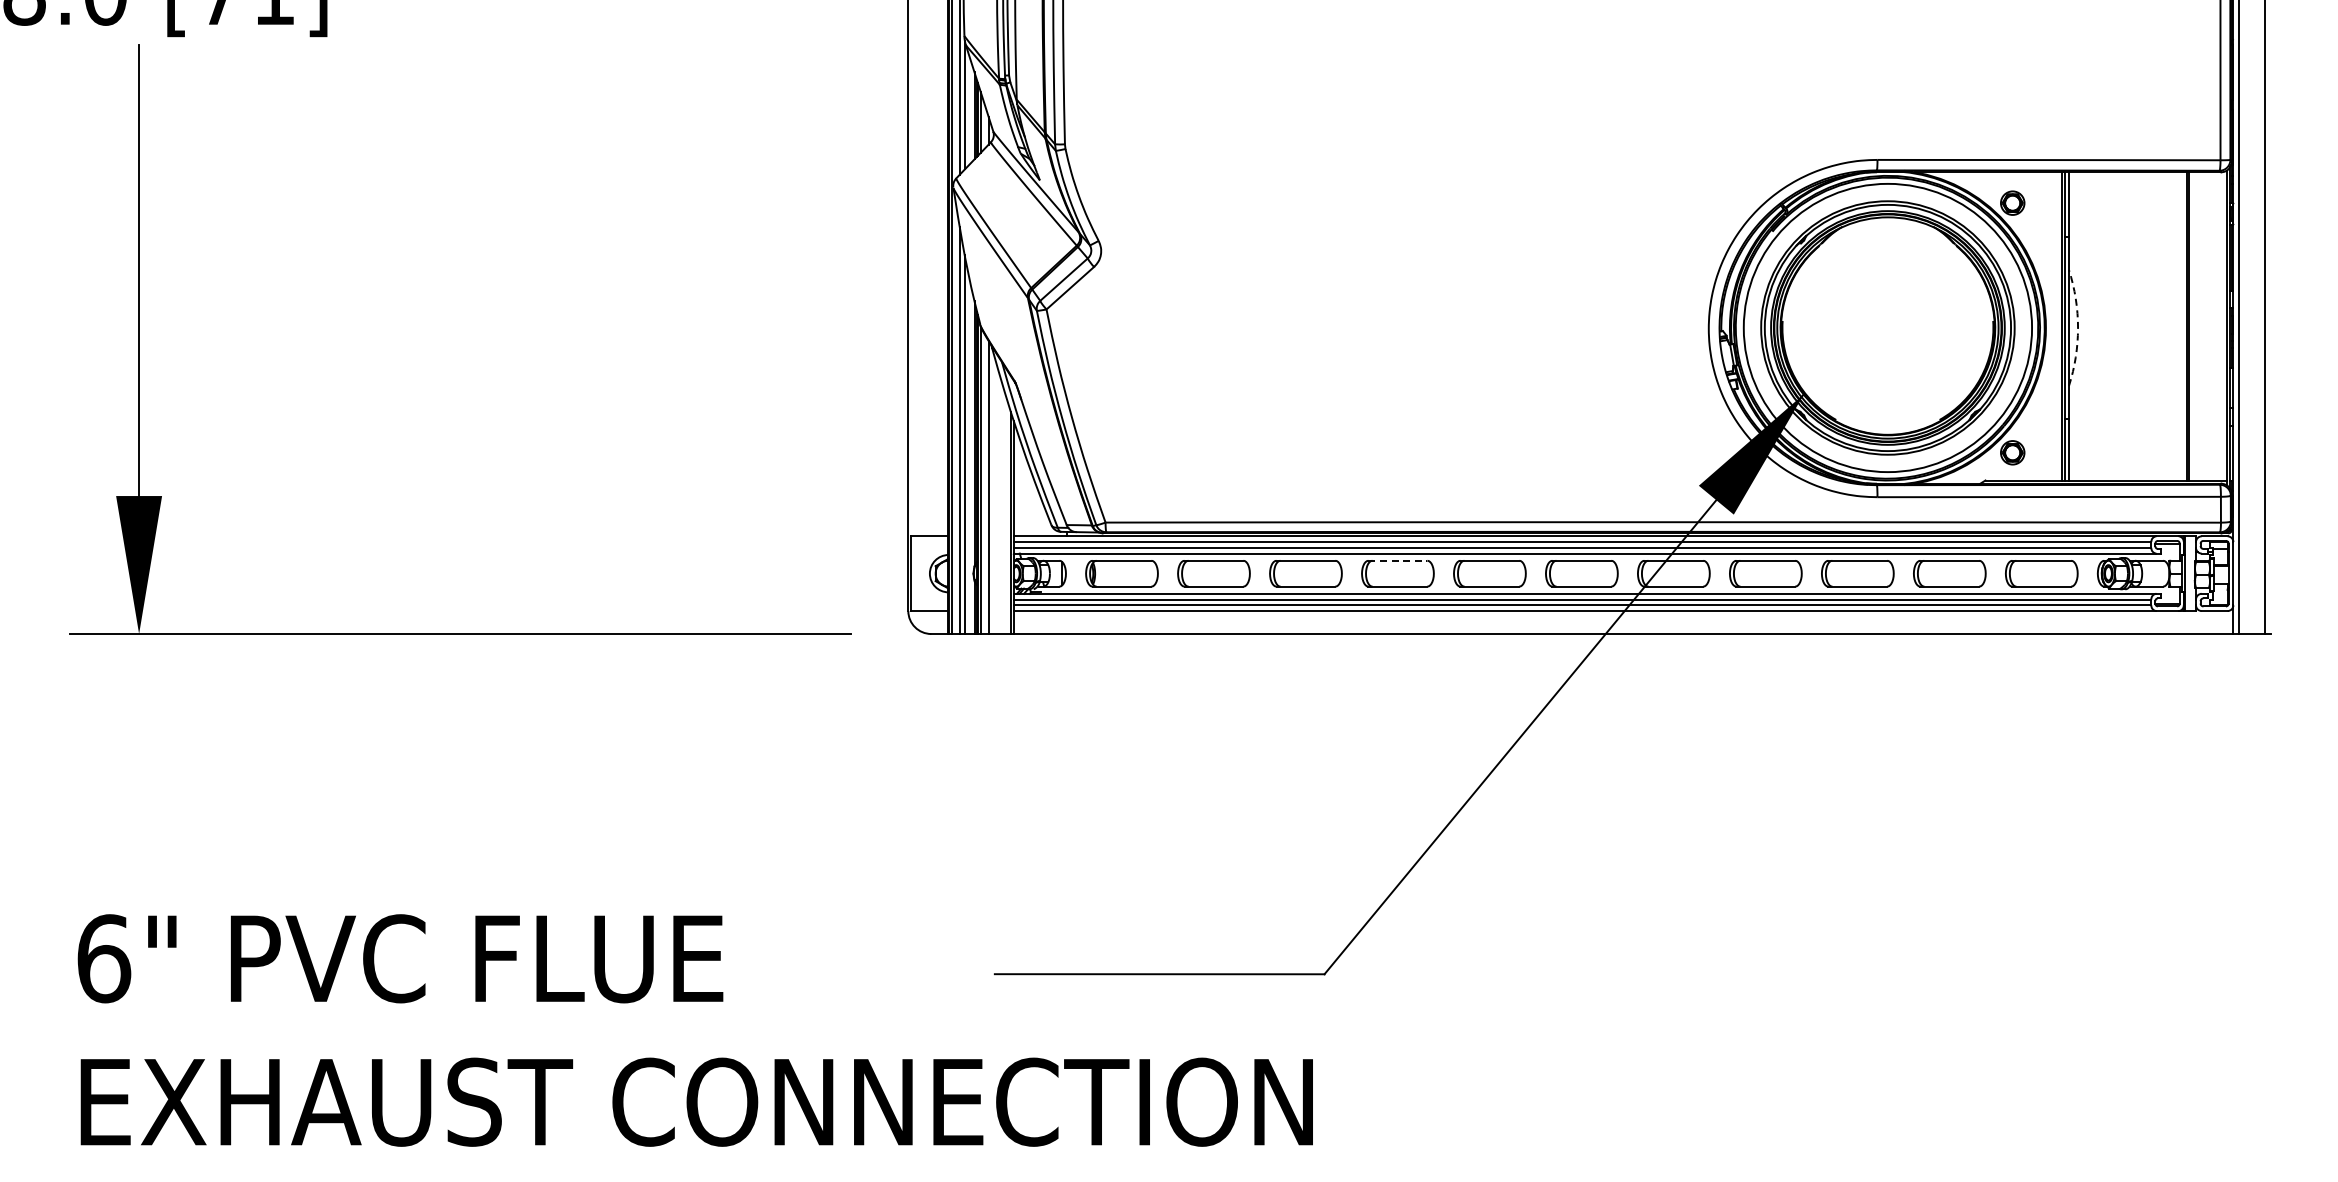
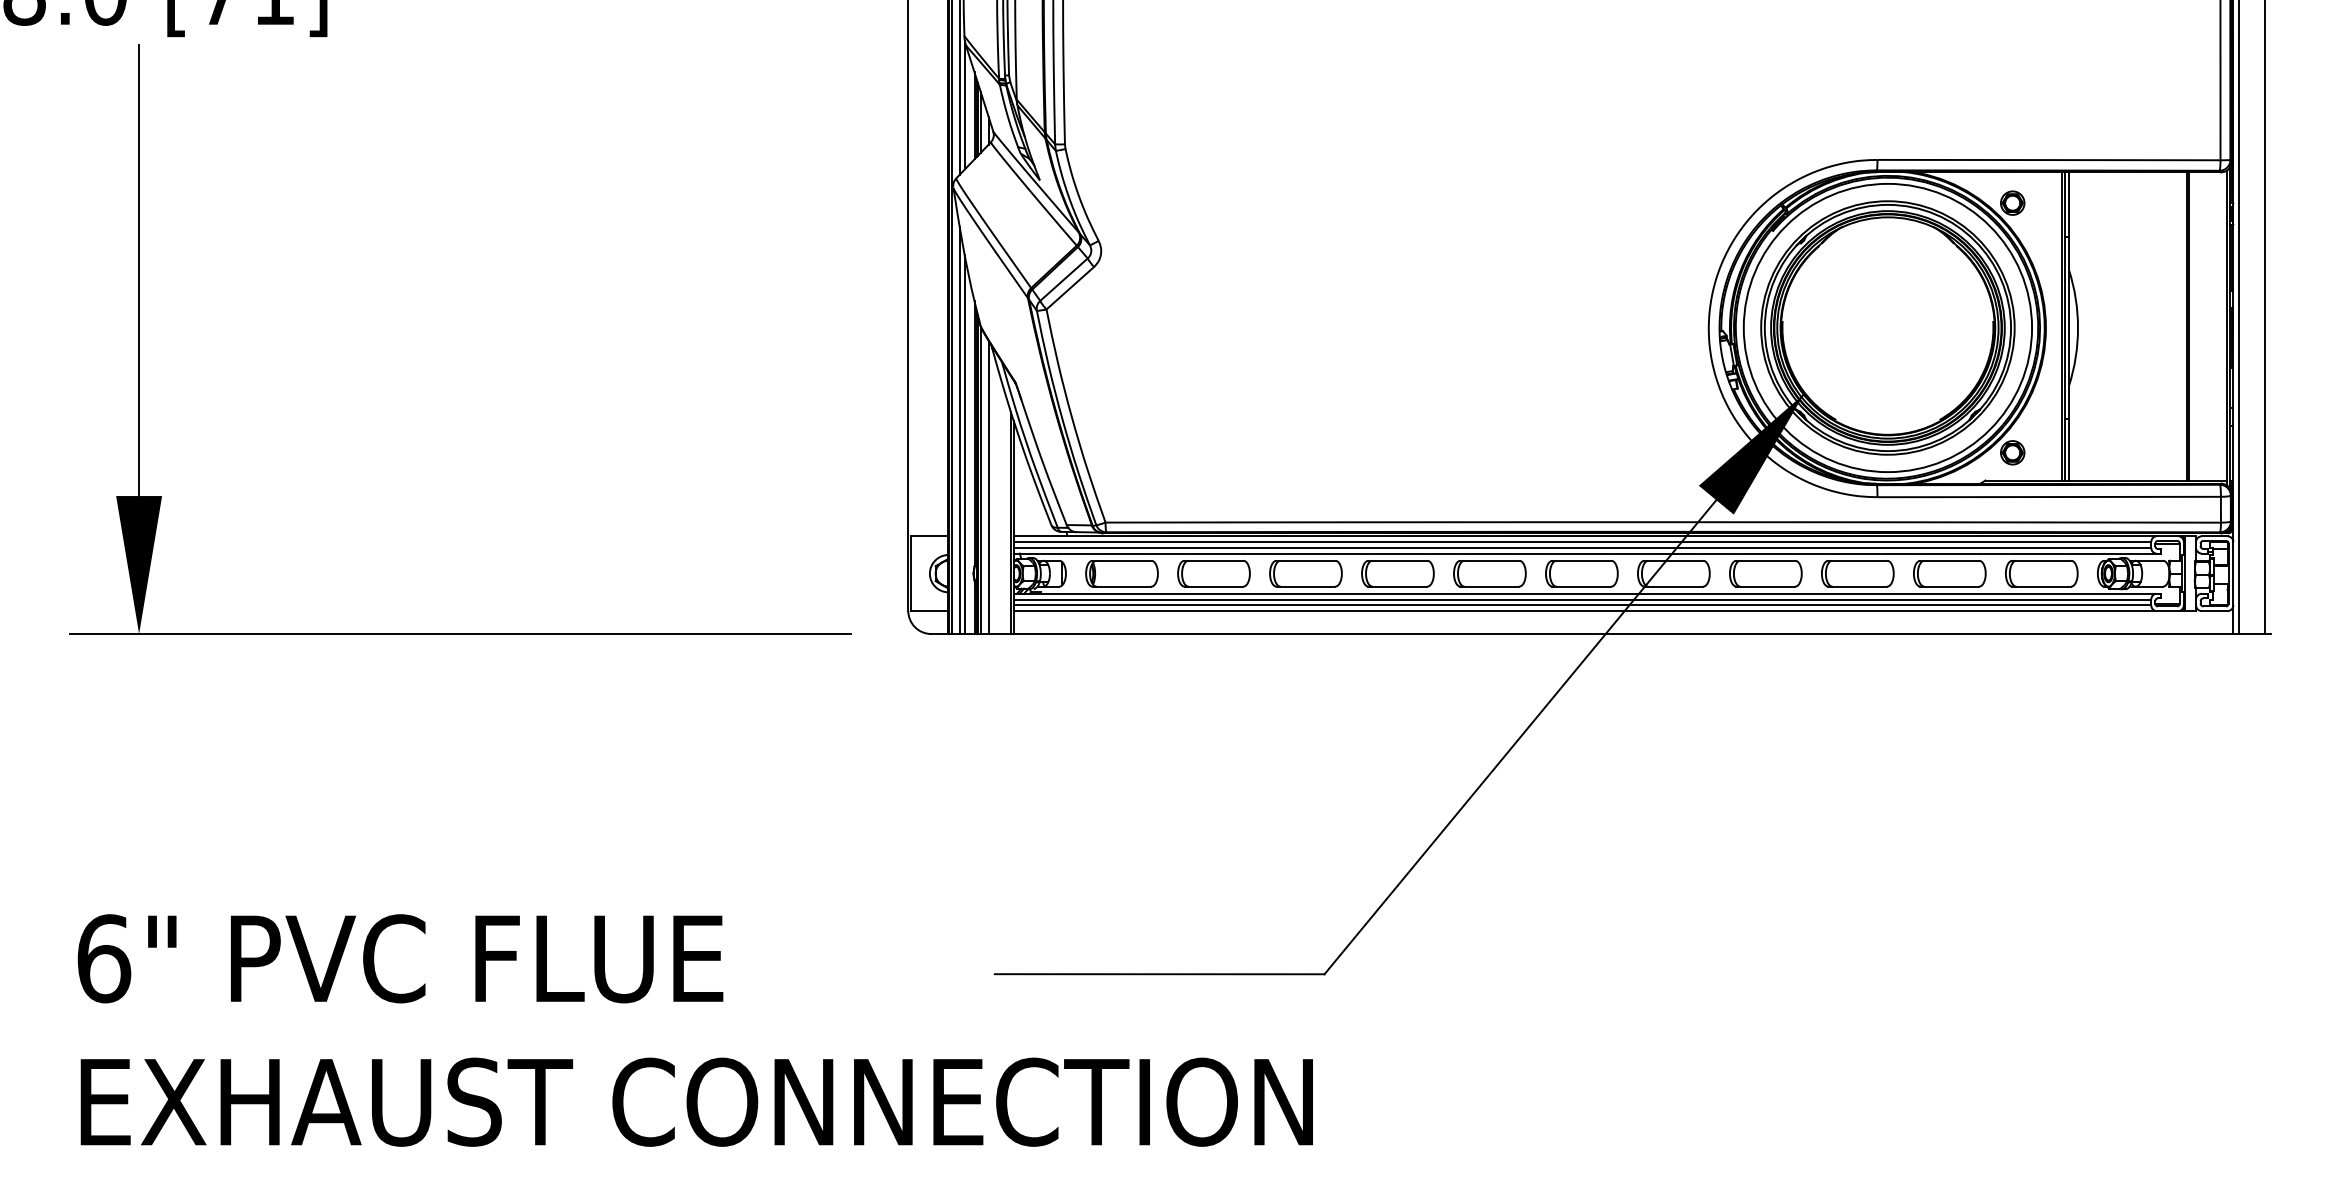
arc at (2078, 328): dashed -> solid
line at (1398, 560): dashed -> solid
